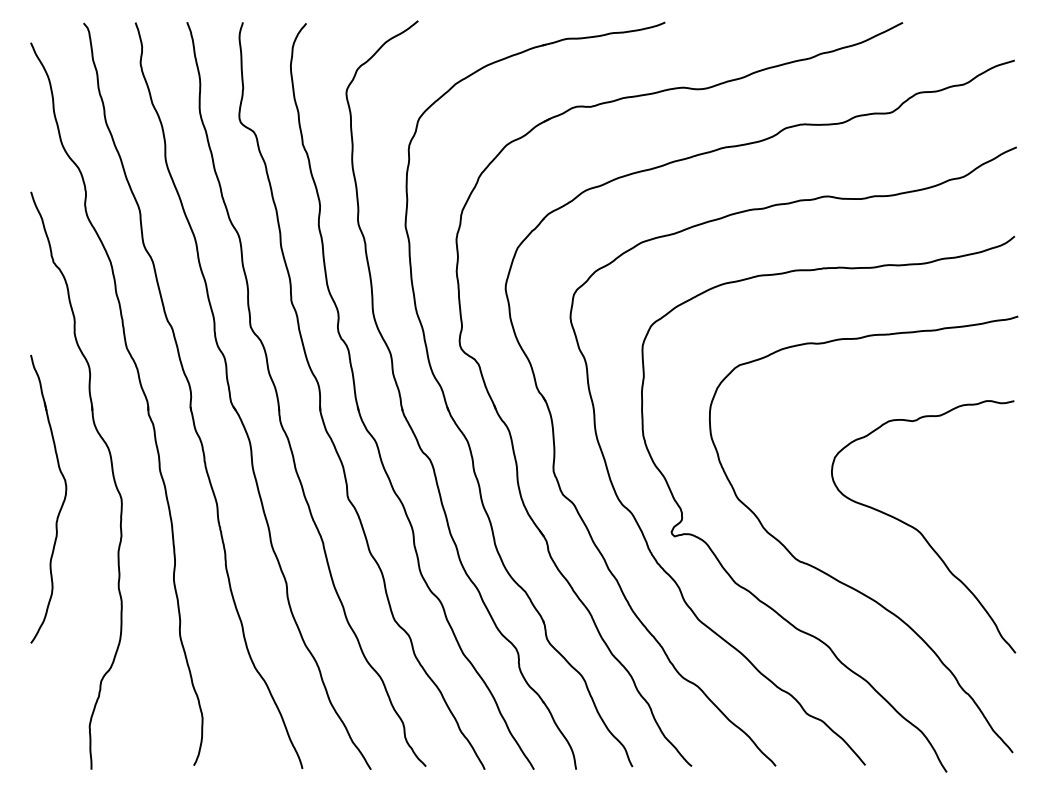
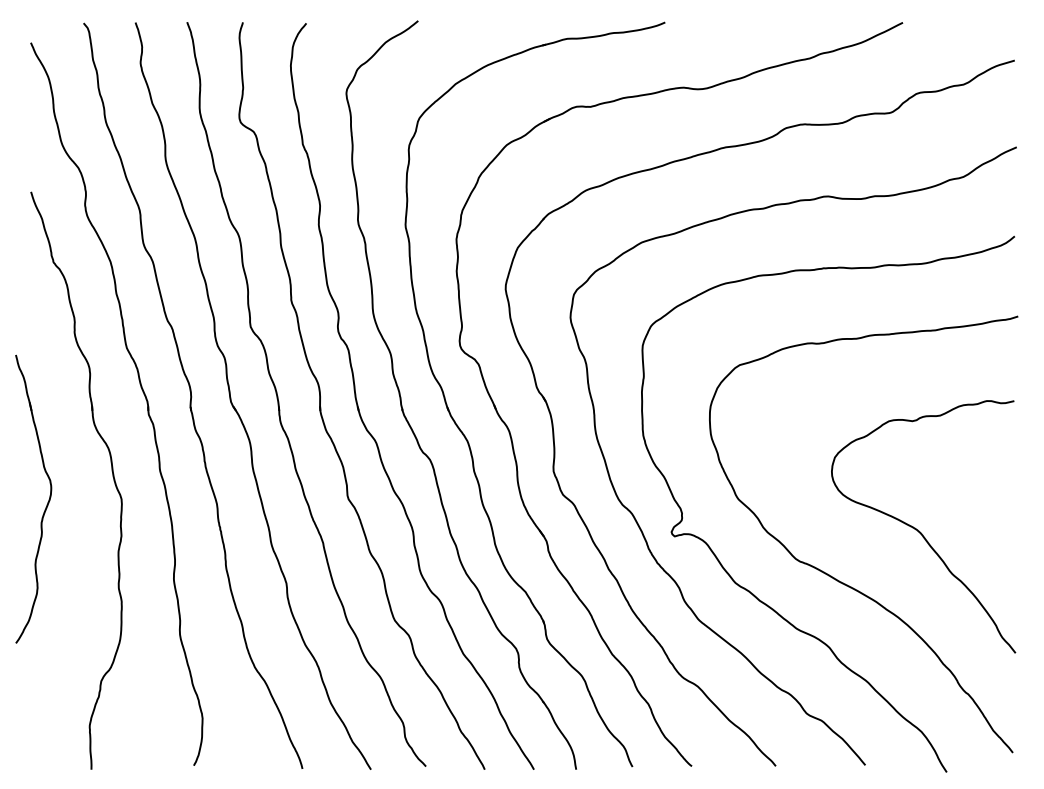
part at (61, 504) position: (61, 504) -> (46, 504)
